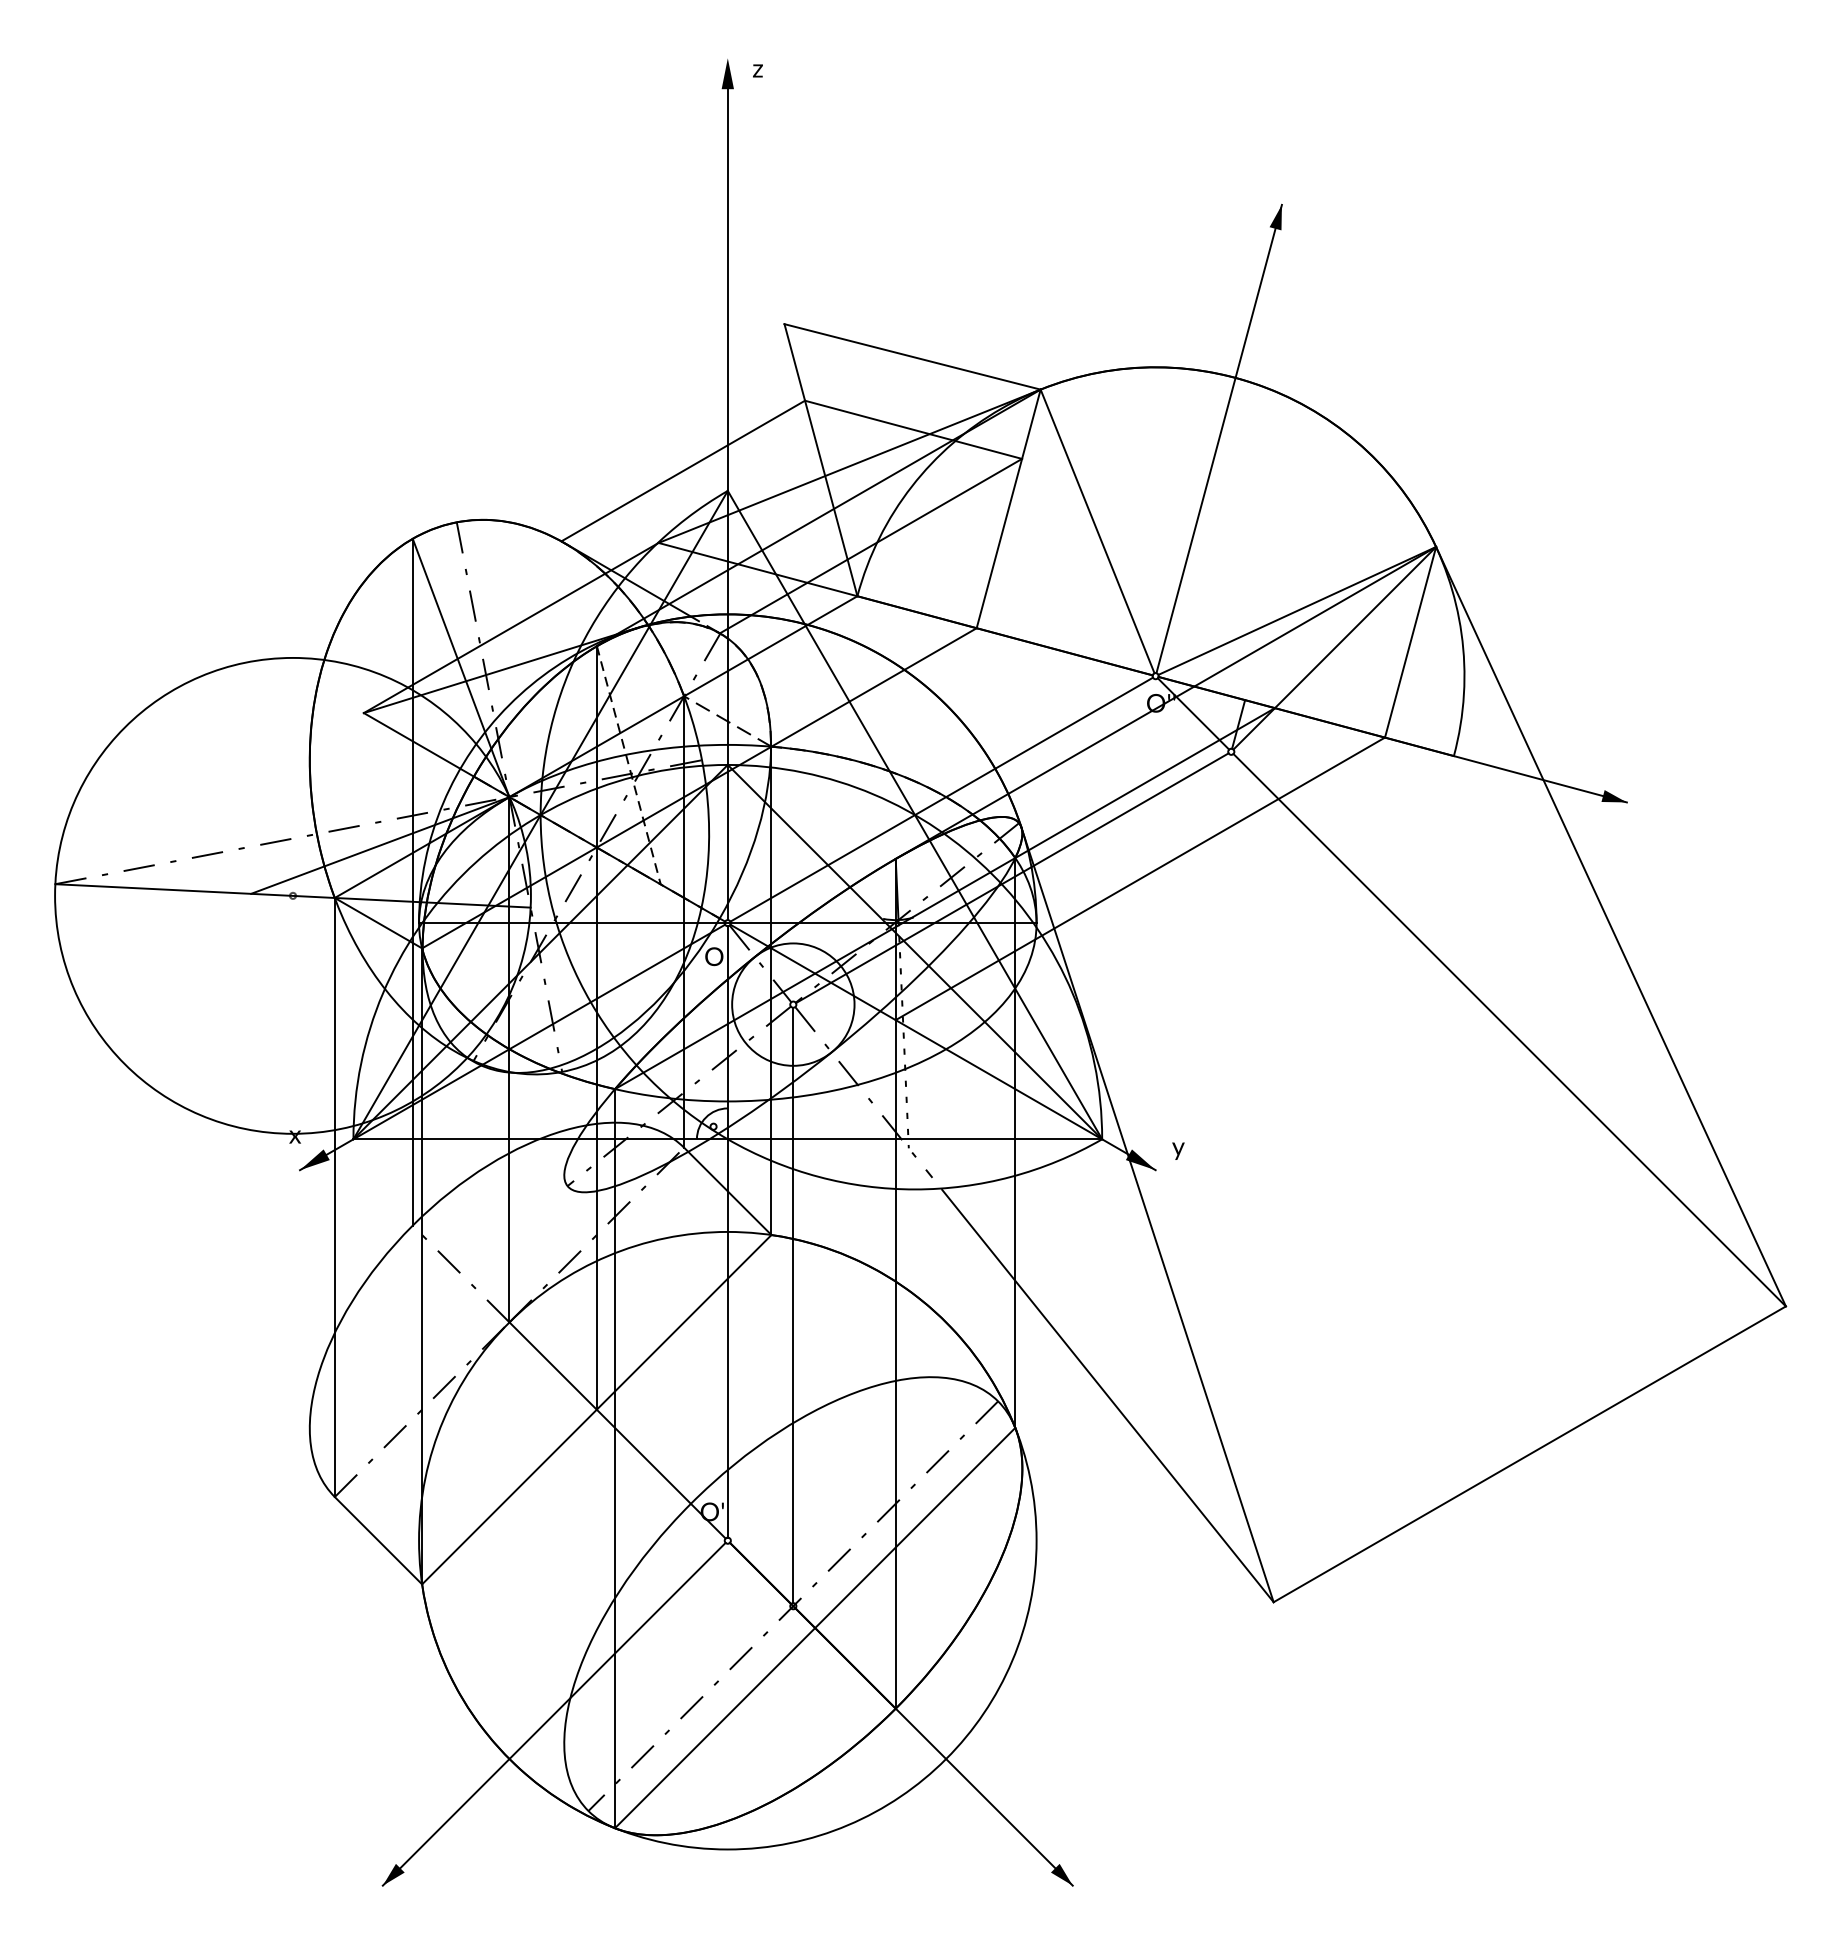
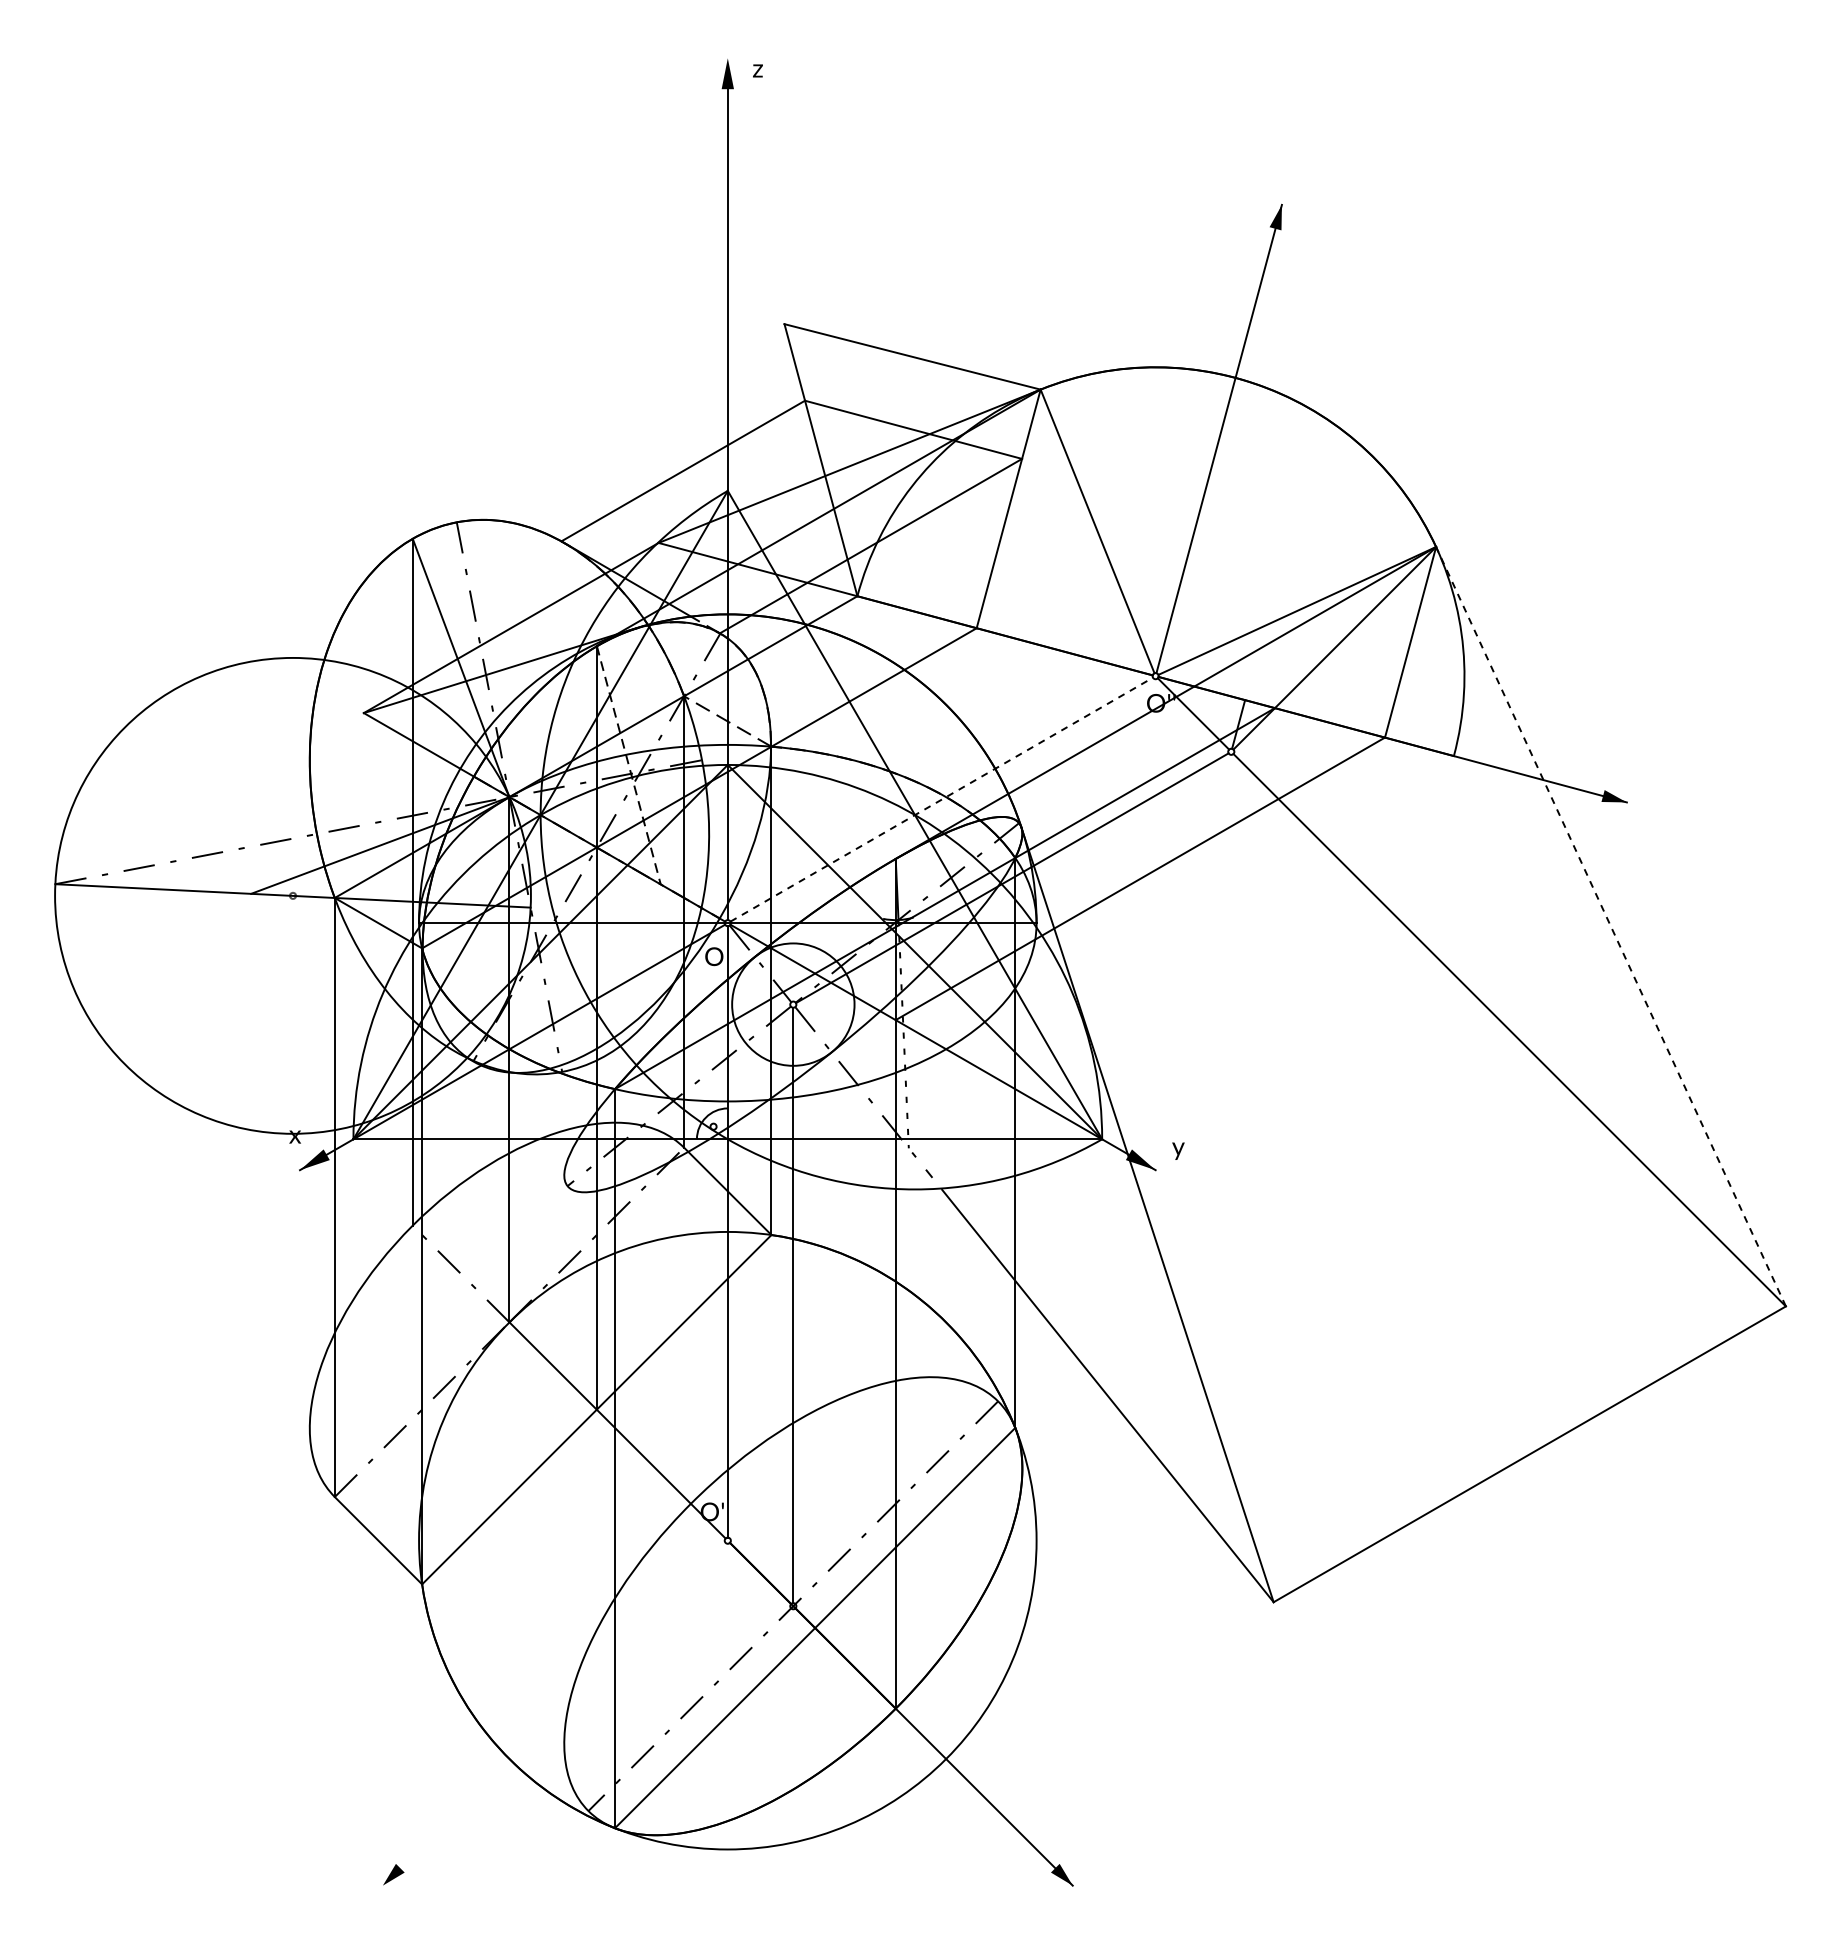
line at (941, 799): solid -> dashed
line at (1610, 926): solid -> dashed
line at (553, 1713): present -> none
